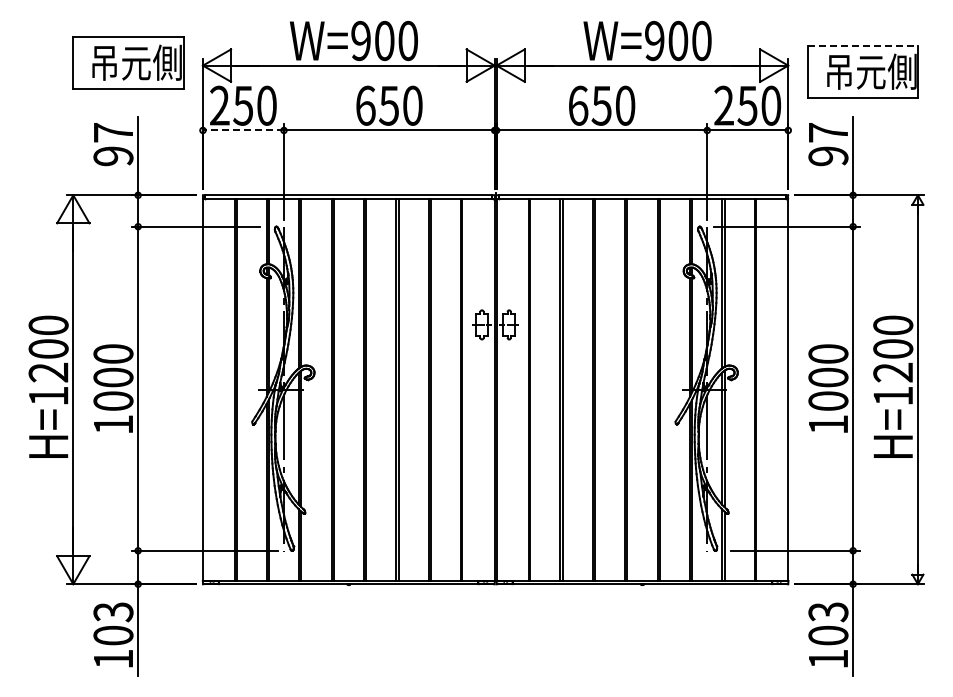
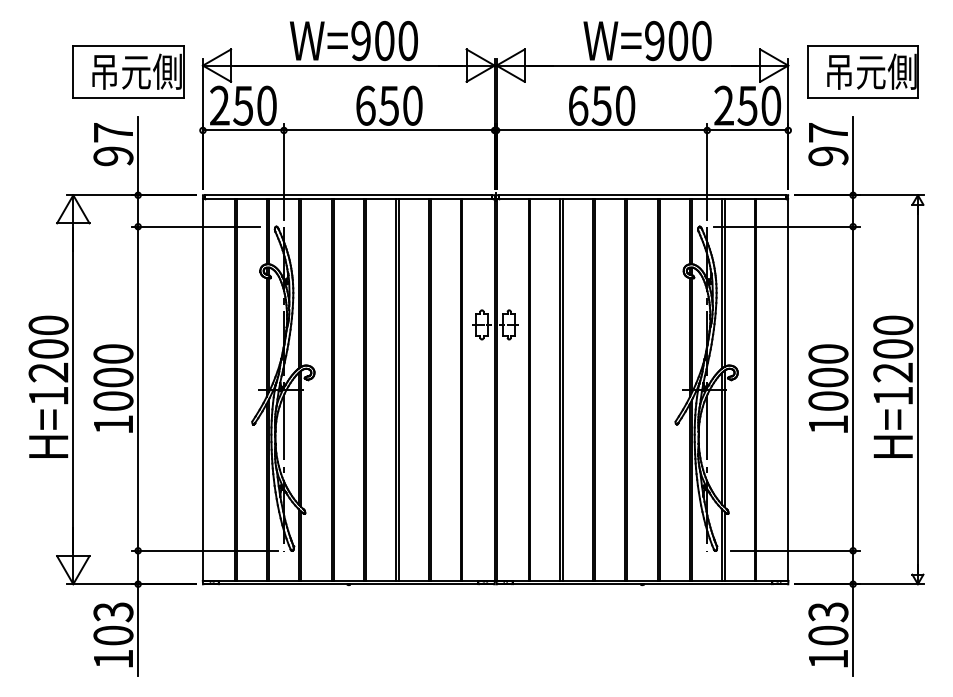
line at (863, 46): dashed -> solid
part at (128, 62) position: (128, 62) -> (128, 71)
line at (243, 130): dashed -> solid
